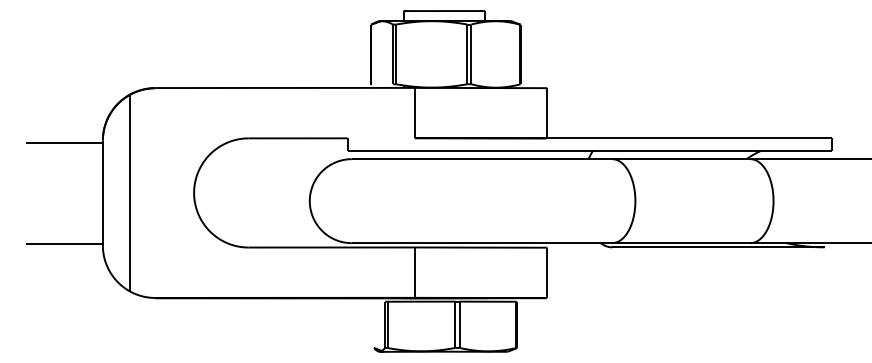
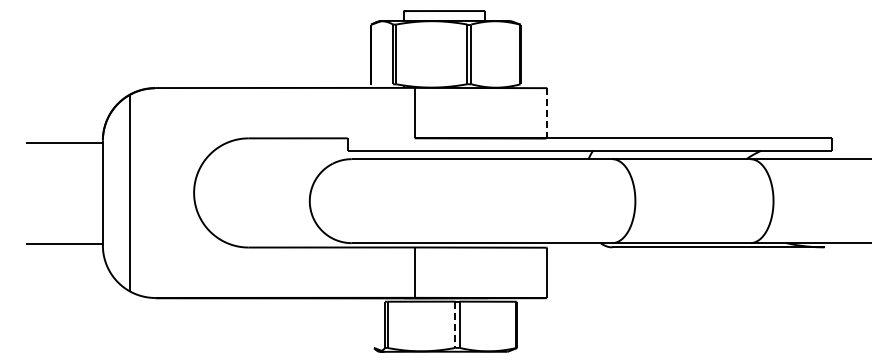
line at (546, 113): solid -> dashed
line at (455, 325): solid -> dashed
